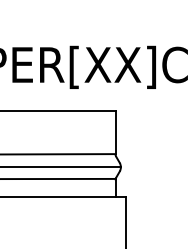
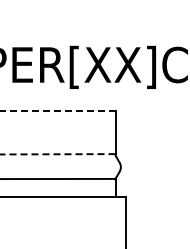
line at (57, 110): solid -> dashed
line at (57, 154): solid -> dashed
line at (61, 167): present -> none
